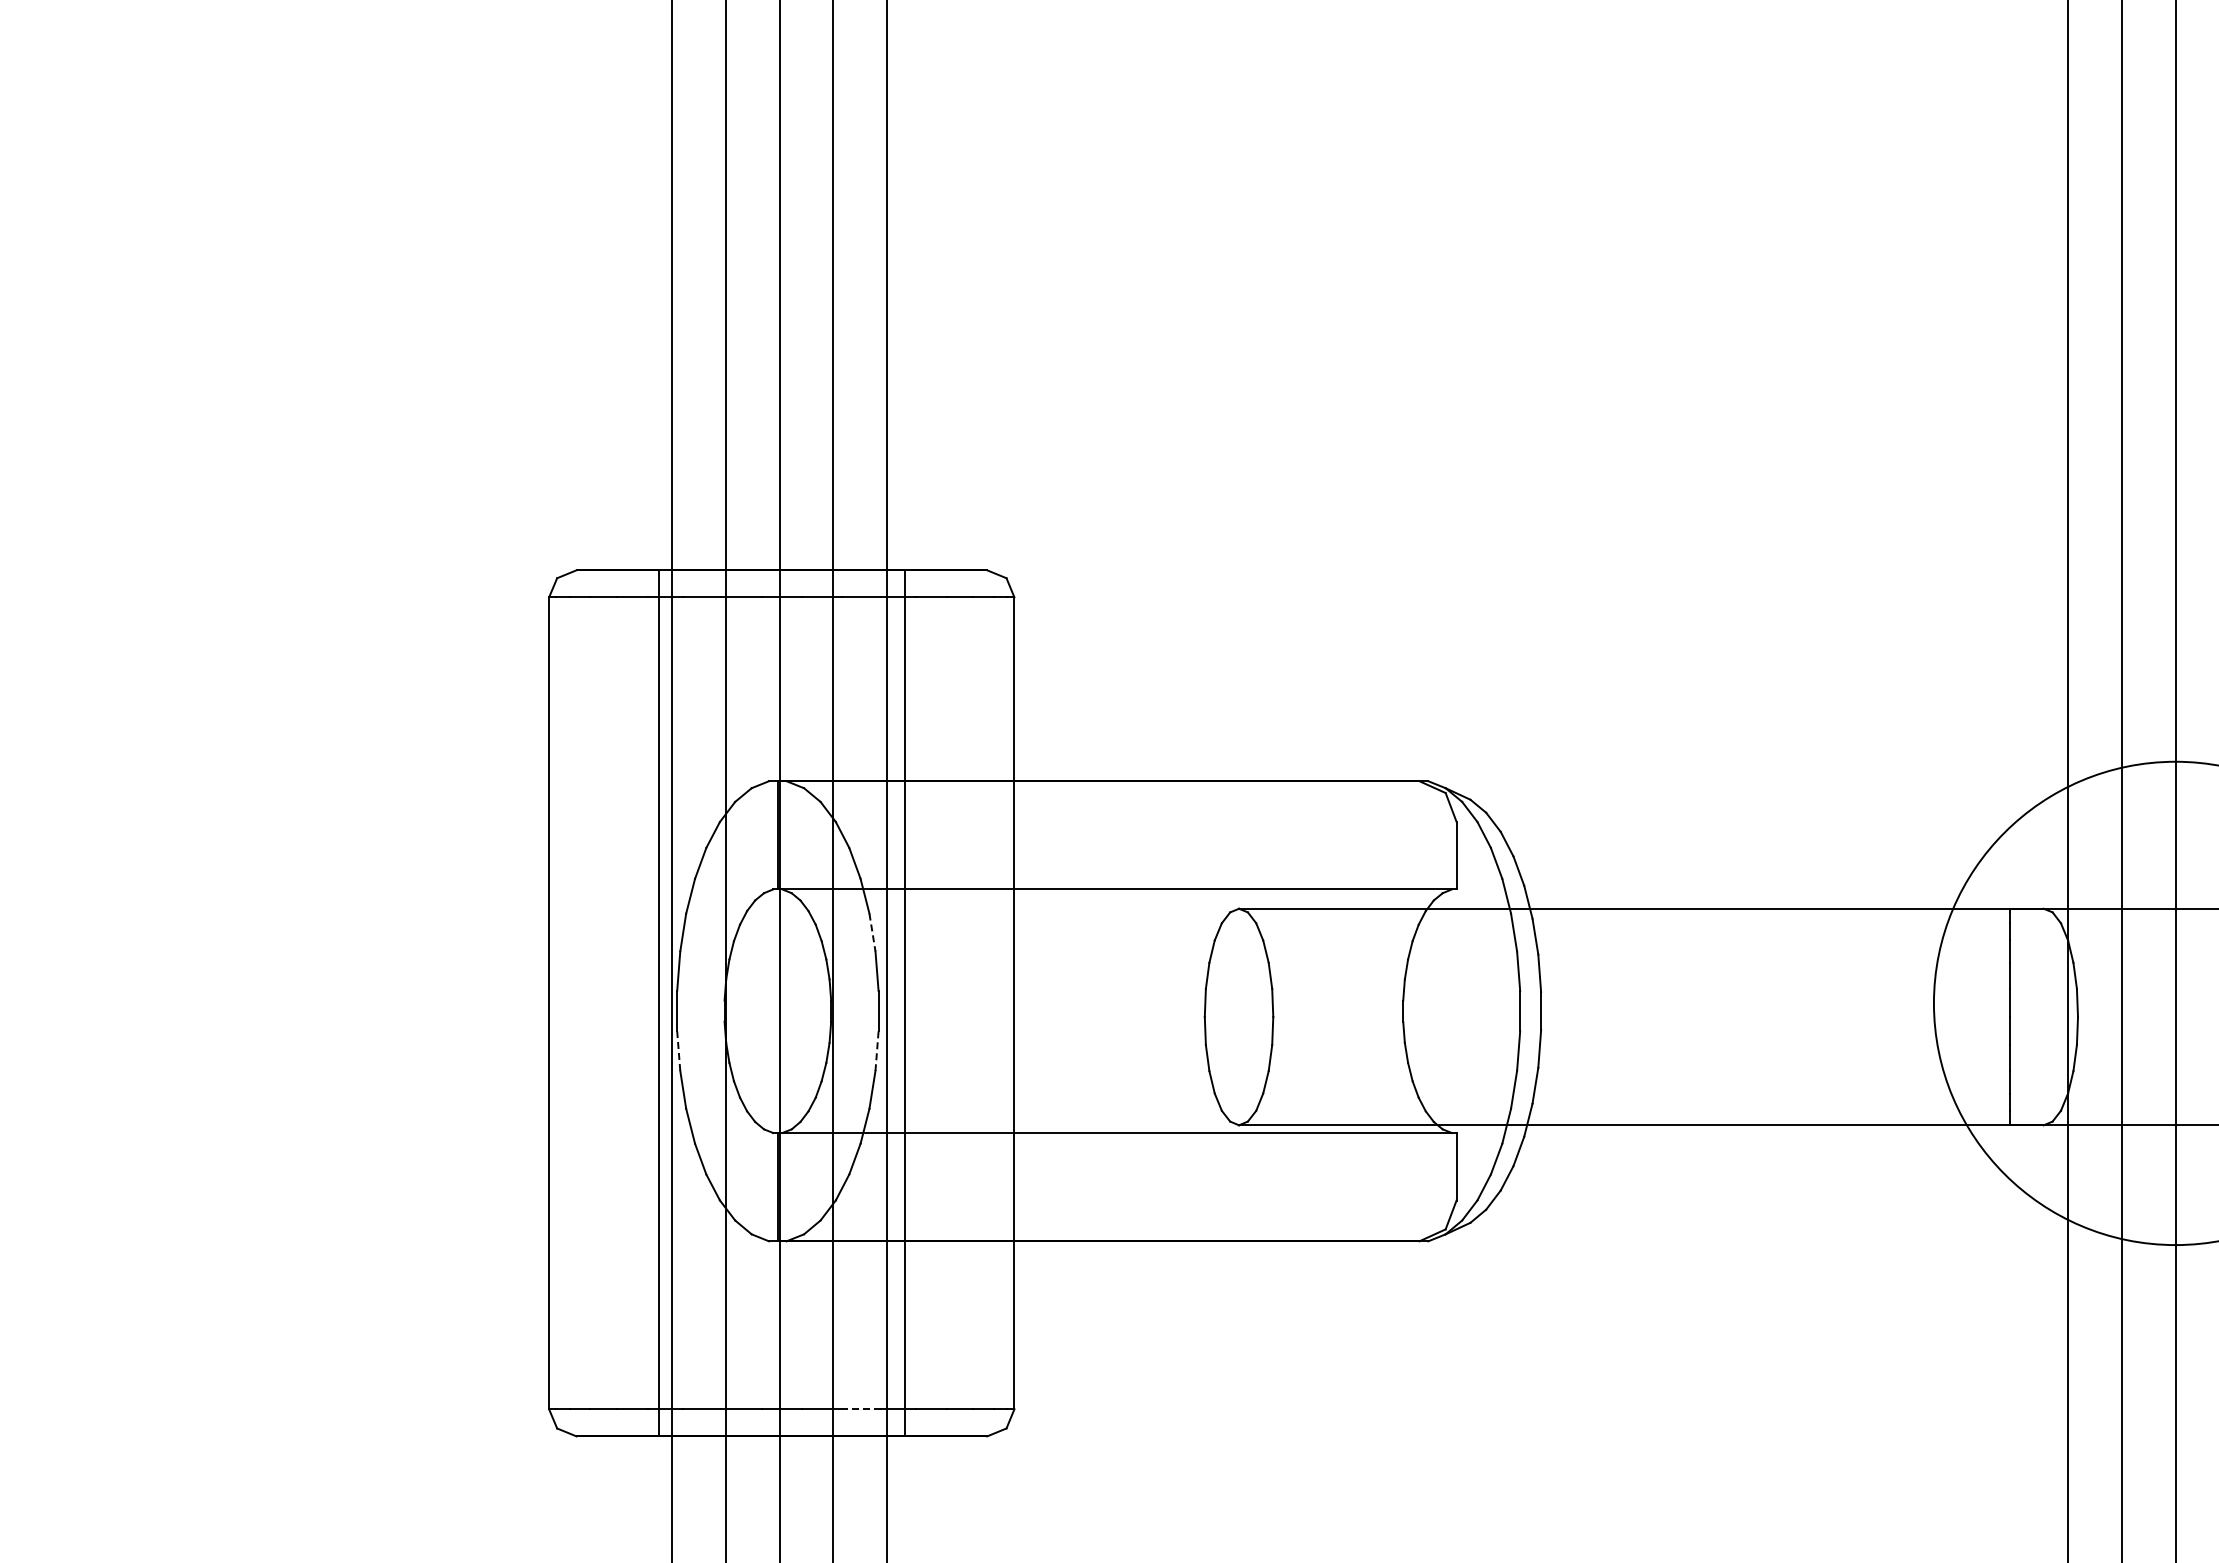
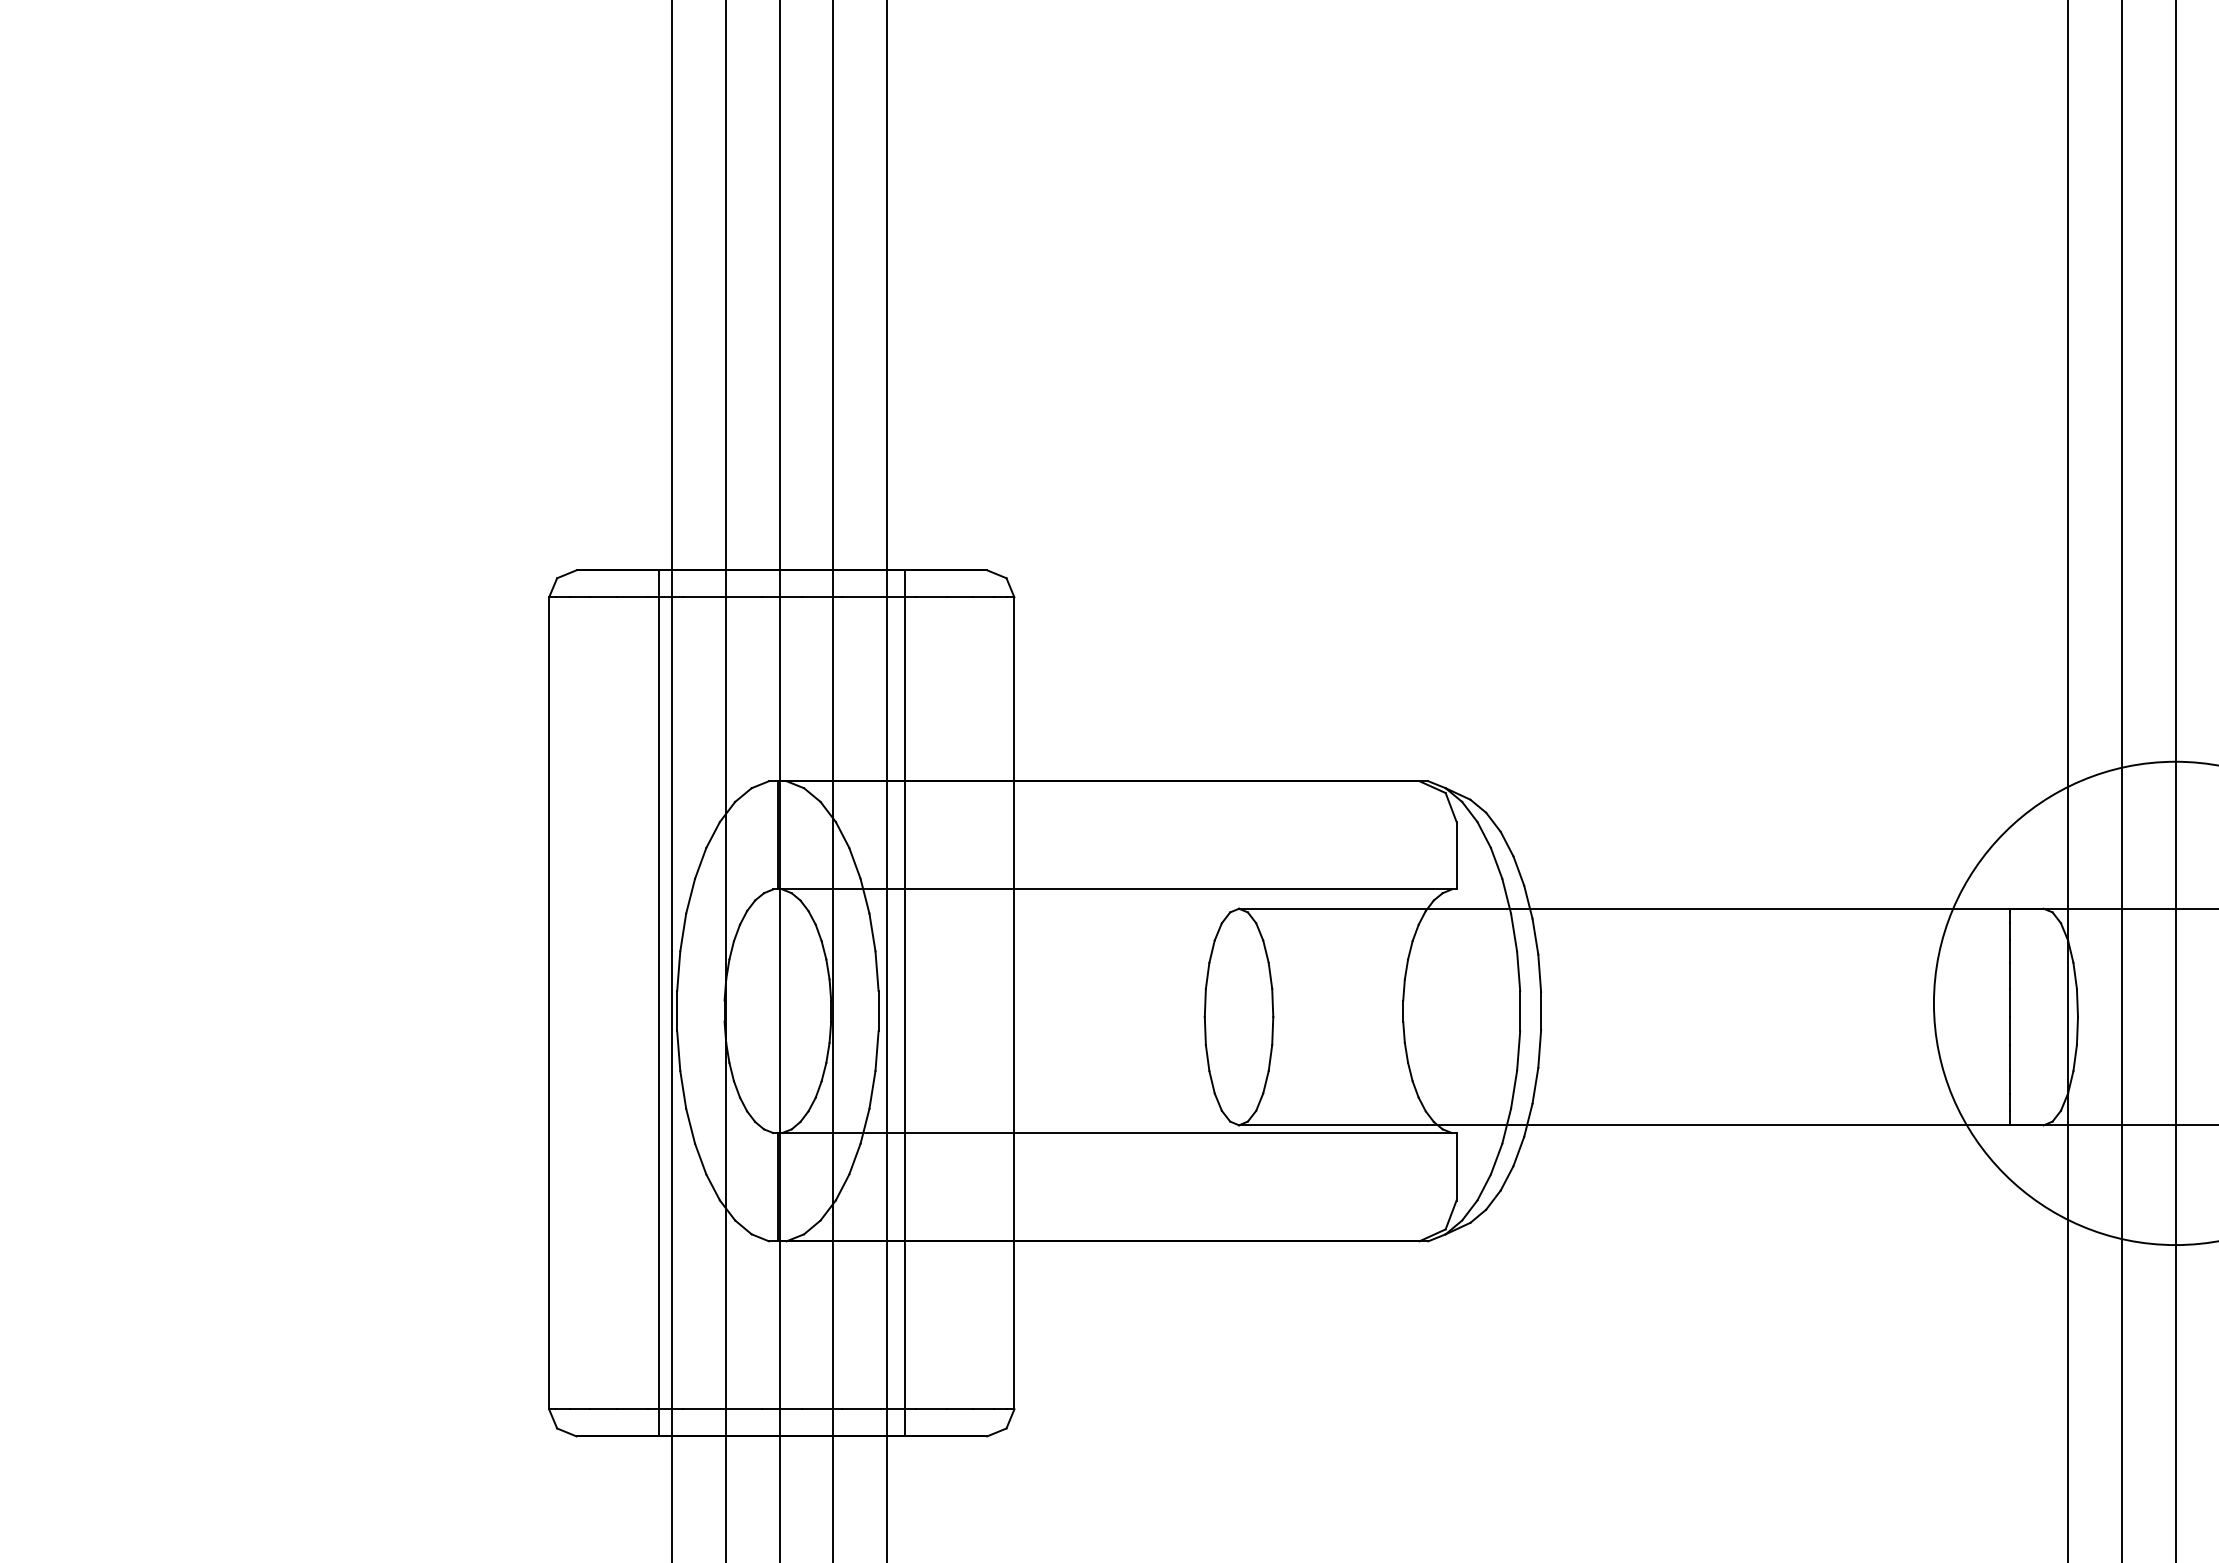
line at (872, 933): dashed -> solid
line at (678, 1051): dashed -> solid
line at (877, 1051): dashed -> solid
line at (860, 1409): dashed -> solid
